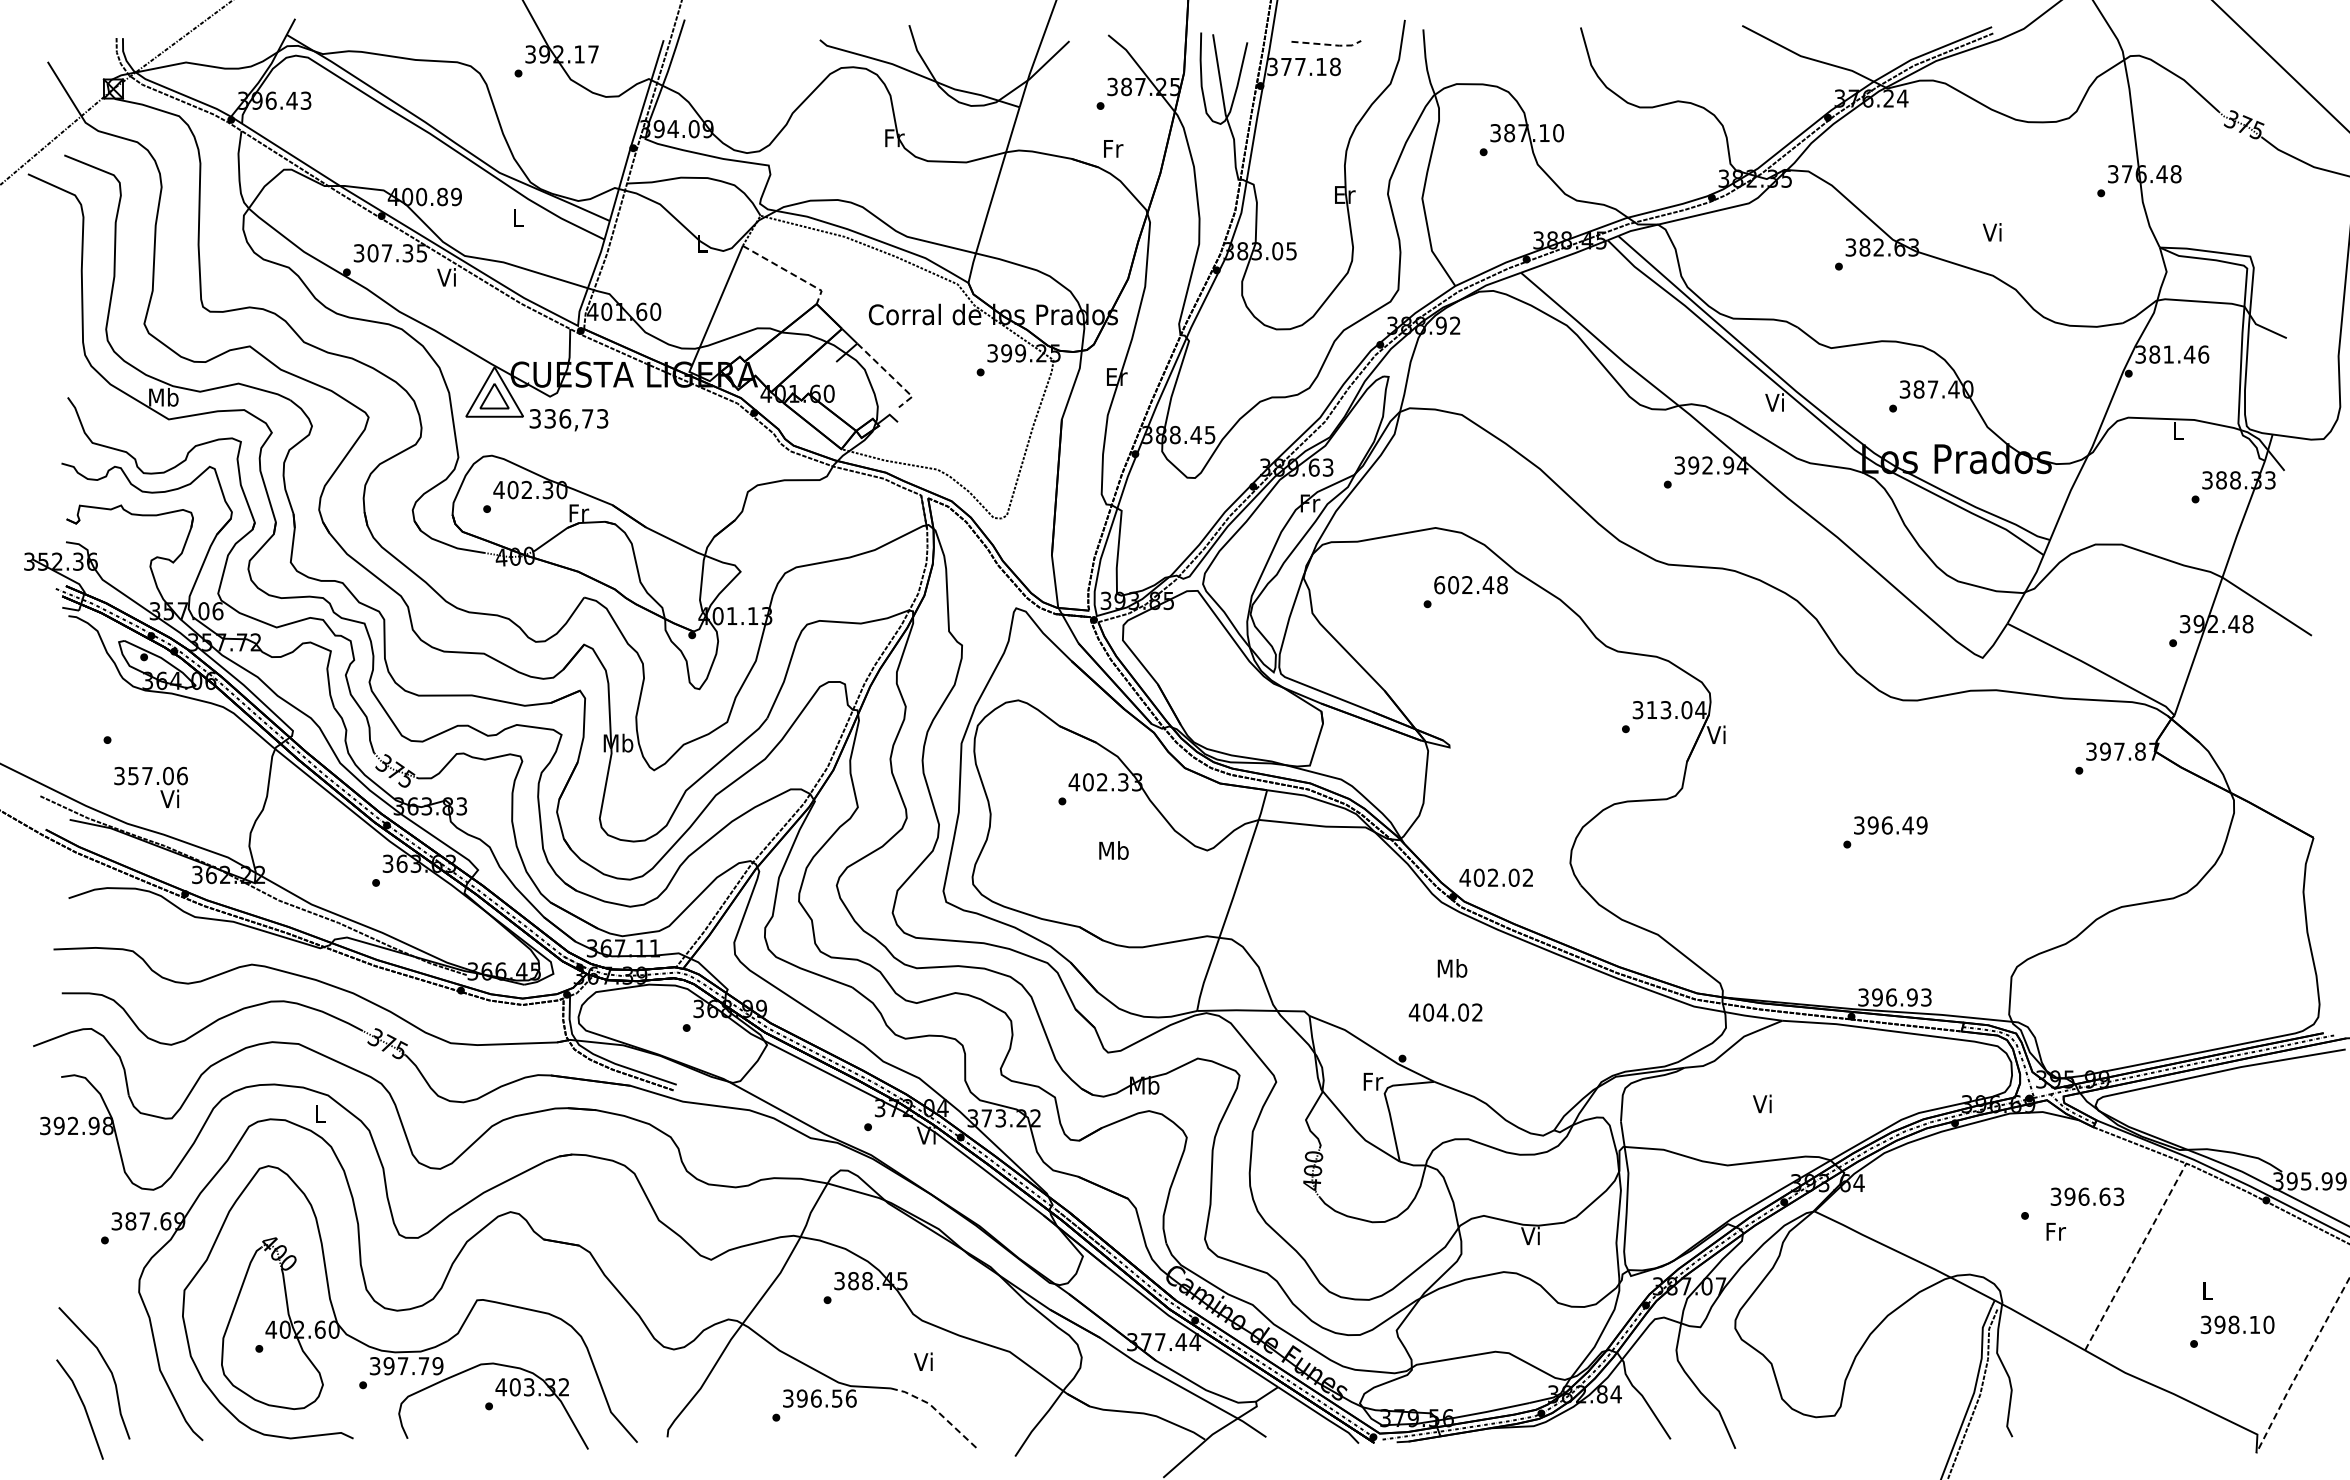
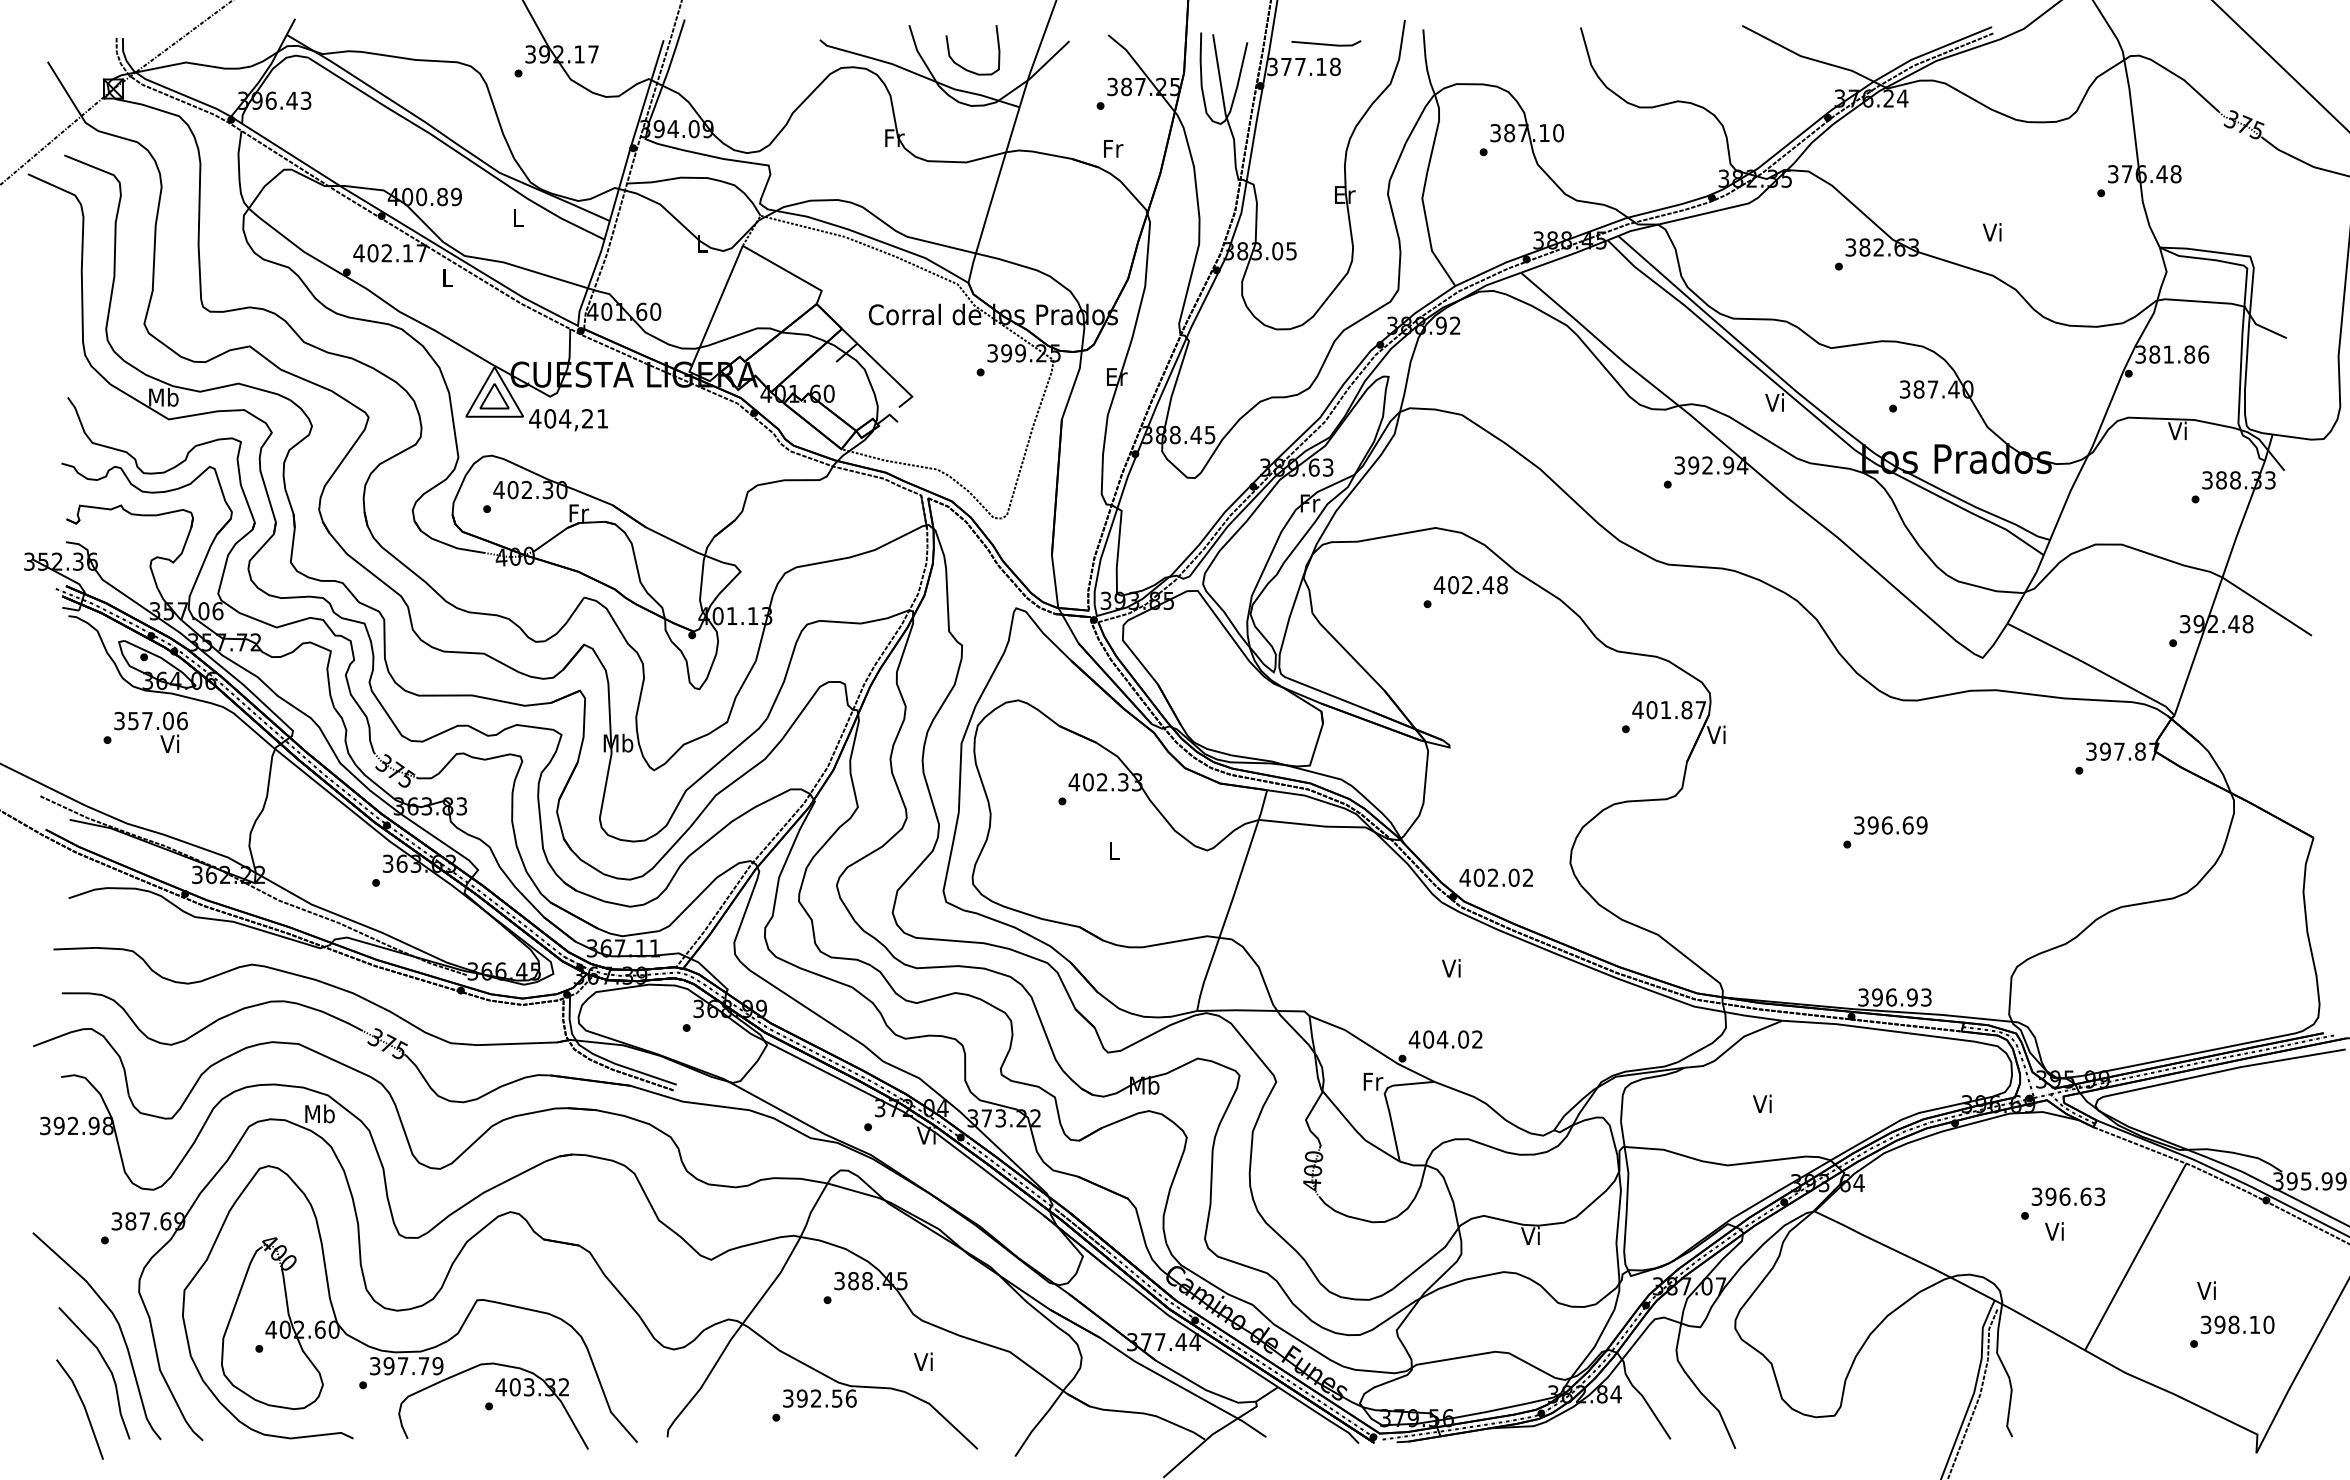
line at (1328, 44): dashed -> solid
curve at (961, 65): none -> present
text at (389, 253): 307.35 -> 402.17
line at (789, 272): dashed -> solid
text at (446, 277): Vi -> L
text at (2189, 354): 381.46 -> 381.86
line at (891, 376): dashed -> solid
text at (568, 418): 336,73 -> 404,21
text at (2177, 430): L -> Vi
text at (1439, 585): 602.48 -> 402.48
text at (1669, 710): 313.04 -> 401.87
text at (150, 786) position: (150, 786) -> (150, 731)
text at (1907, 825): 396.49 -> 396.69
text at (1113, 850): Mb -> L
text at (1452, 968): Mb -> Vi
text at (1445, 1012) position: (1445, 1012) -> (1445, 1039)
text at (319, 1113): L -> Mb
text at (2087, 1196) position: (2087, 1196) -> (2068, 1196)
text at (2055, 1231): Fr -> Vi
line at (2135, 1256): dashed -> solid
text at (2206, 1290): L -> Vi
curve at (119, 1329): none -> present
line at (2301, 1366): dashed -> solid
text at (816, 1398): 396.56 -> 392.56
line at (937, 1411): dashed -> solid
